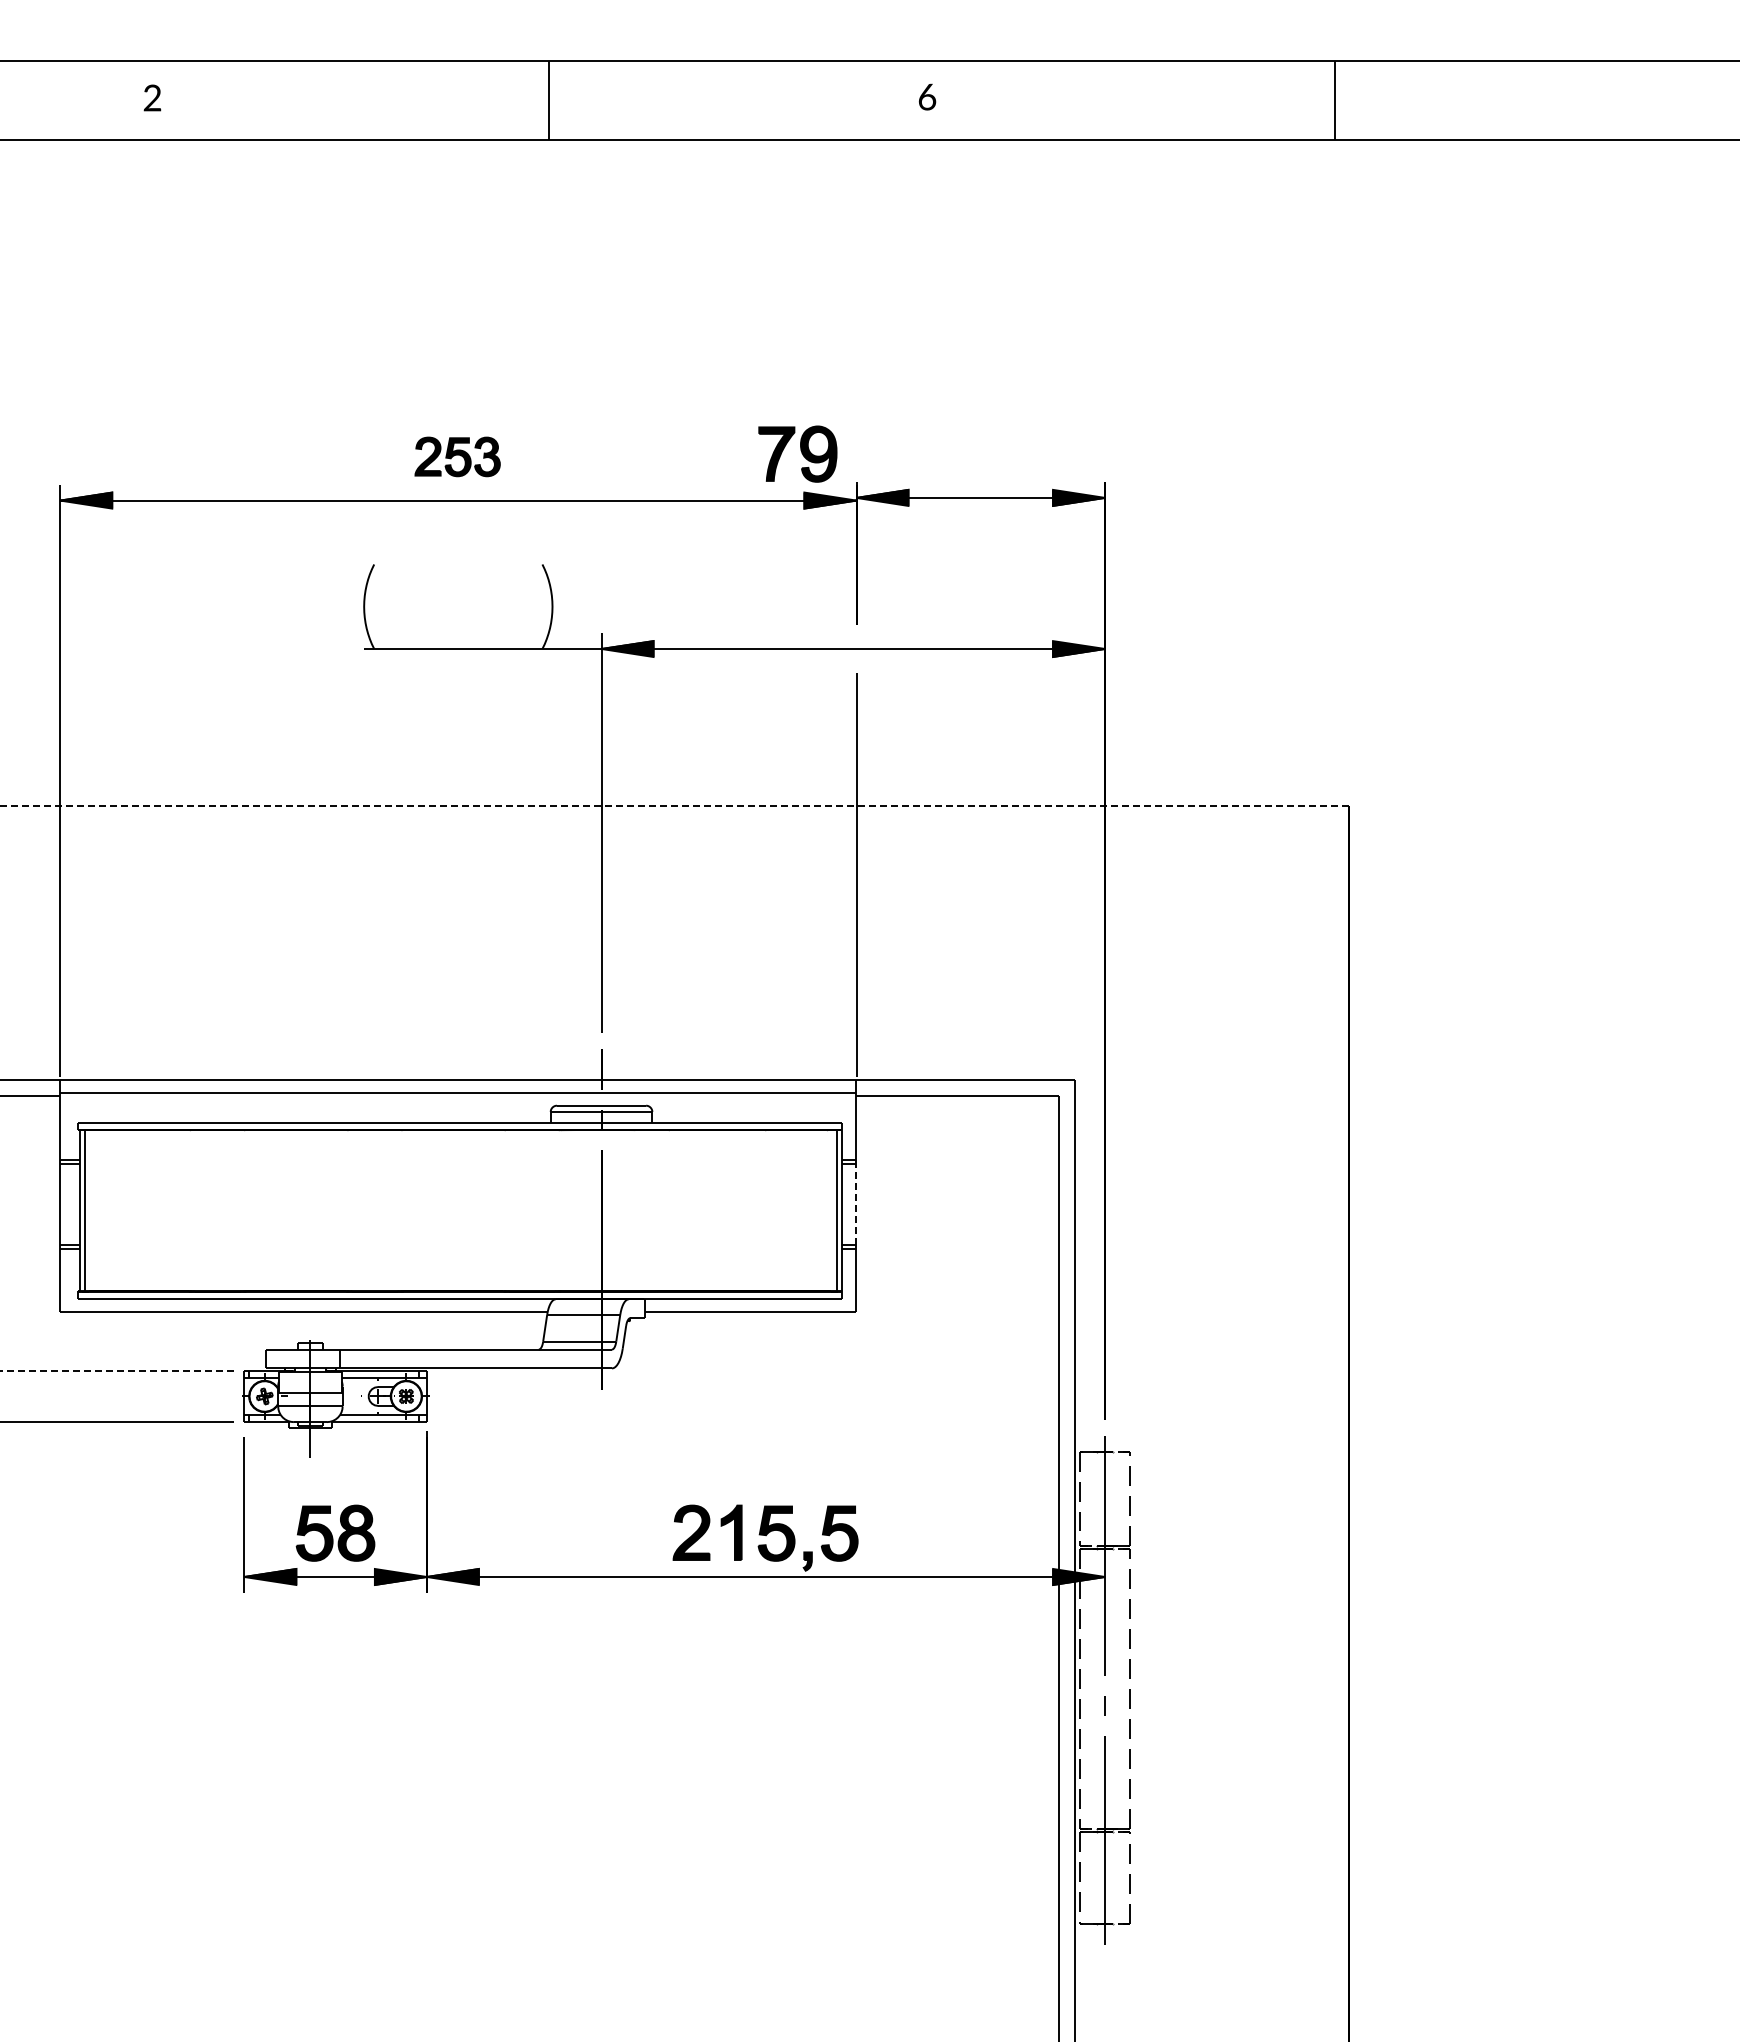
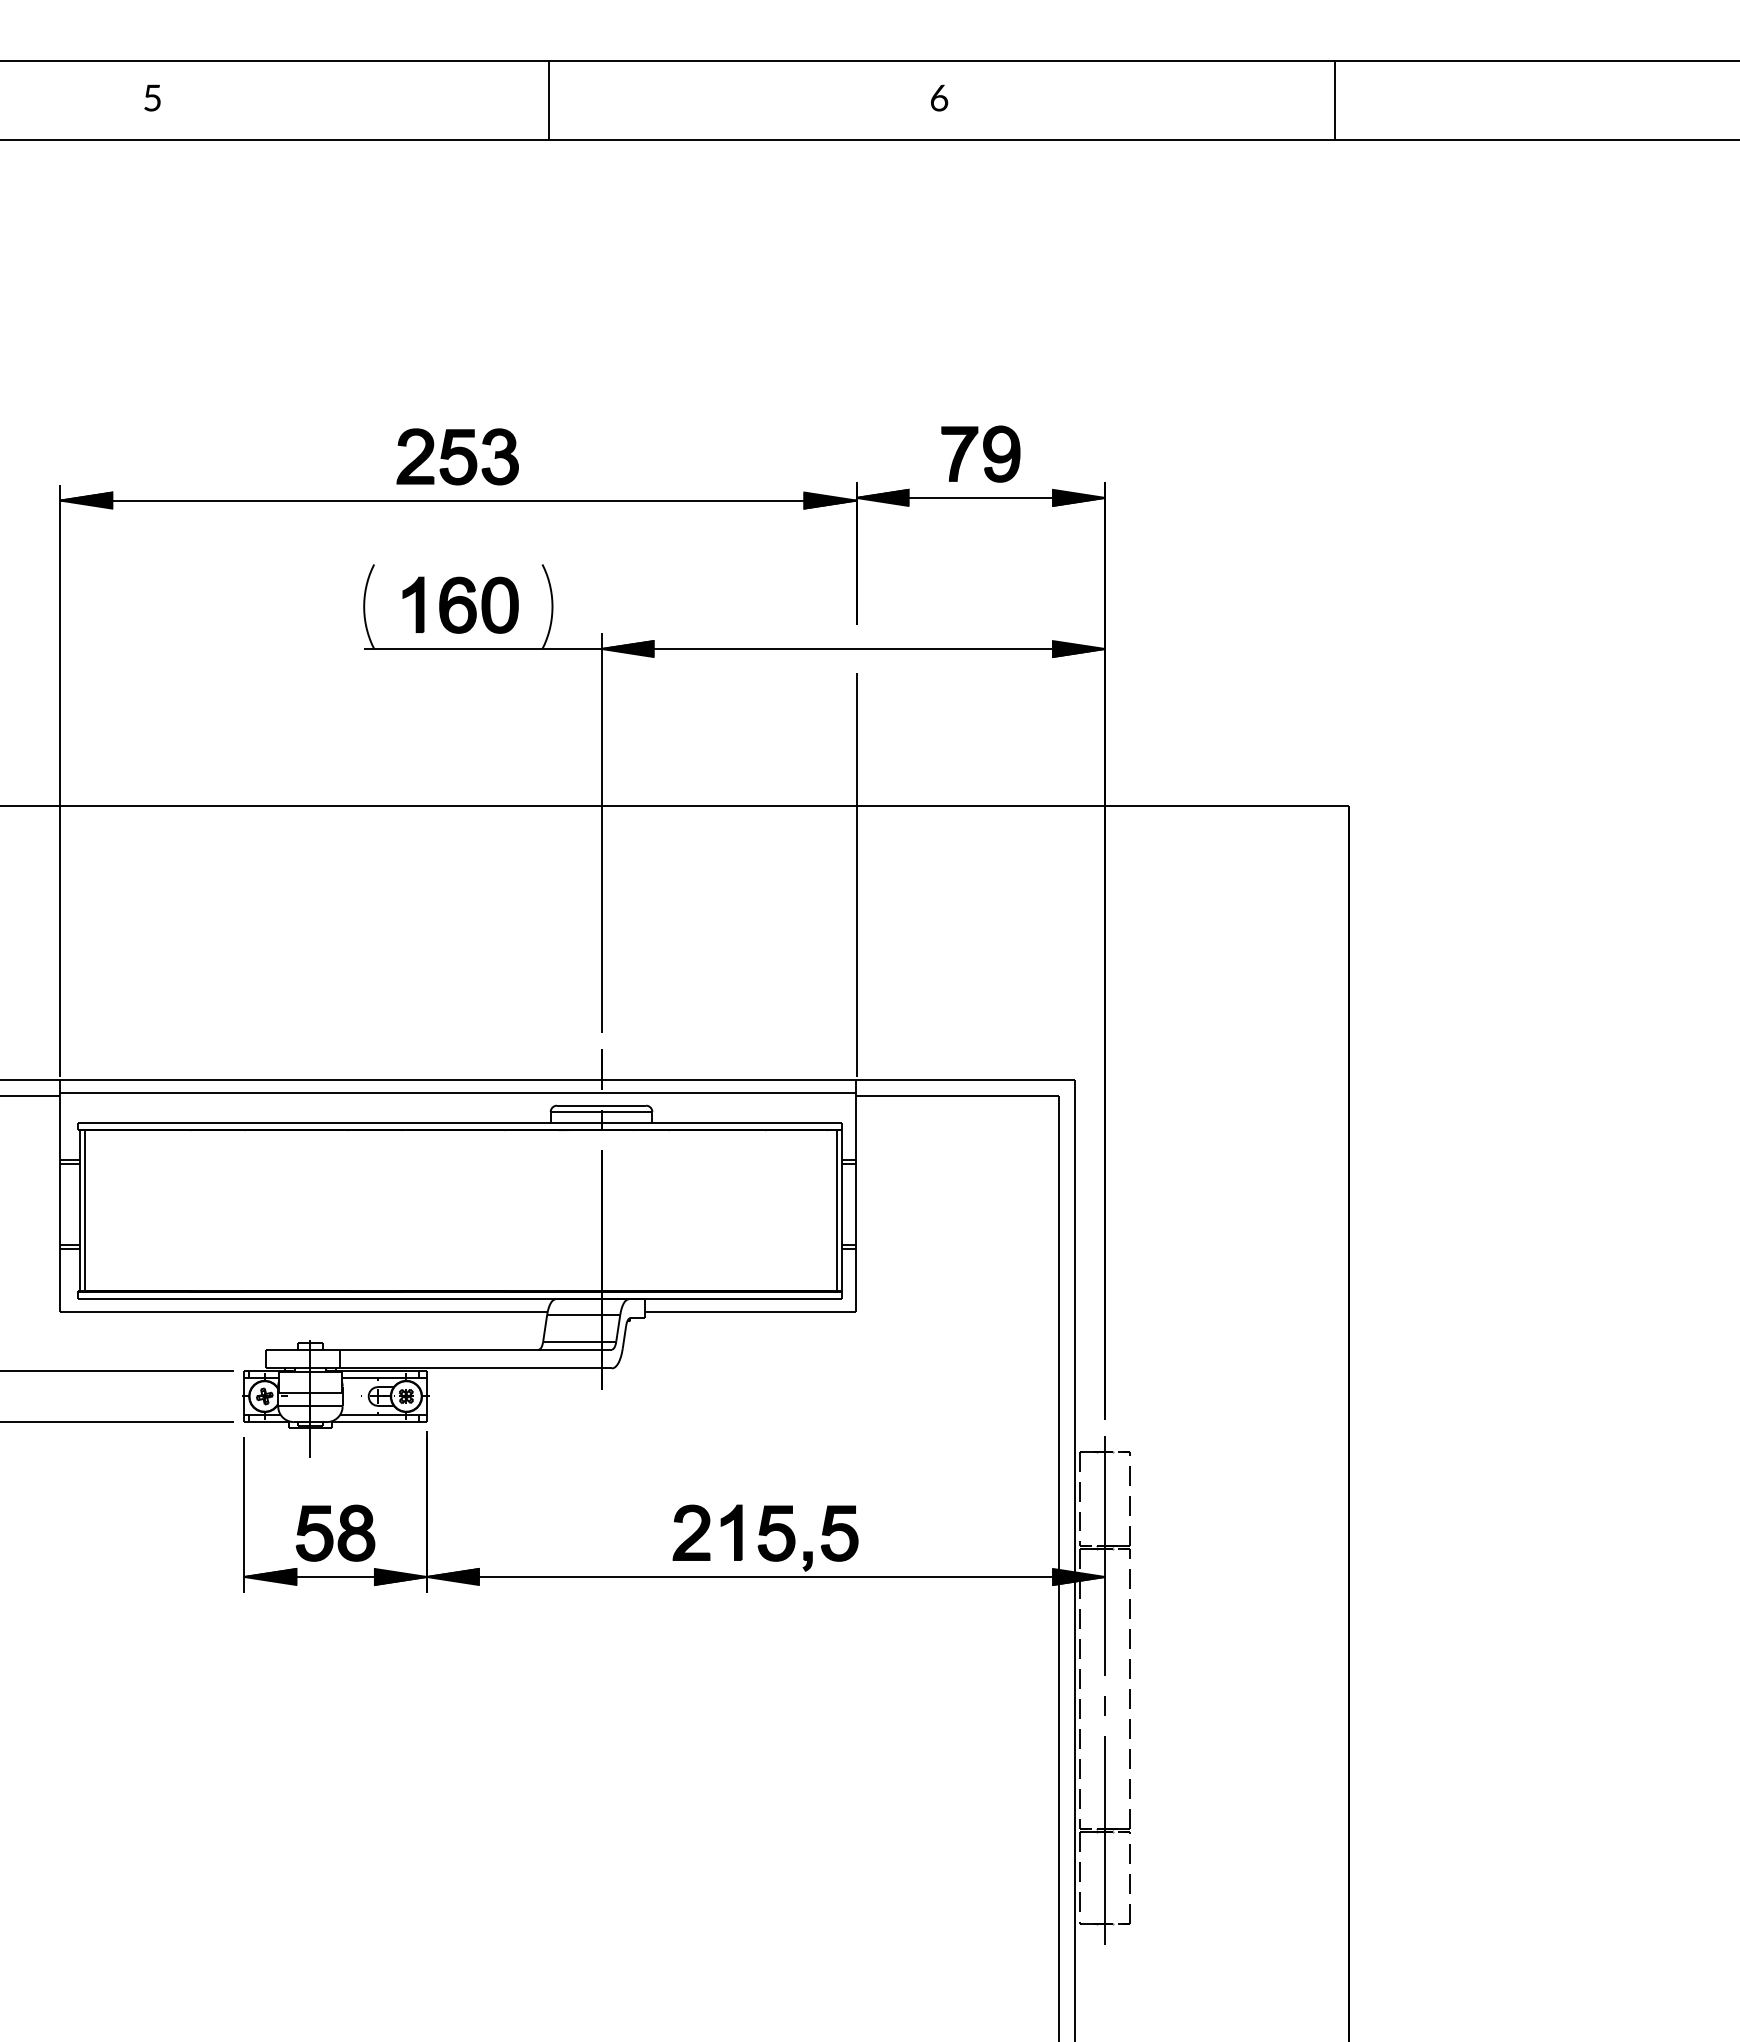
text at (927, 96) position: (927, 96) -> (939, 97)
text at (152, 97): 2 -> 5
part at (797, 453) position: (797, 453) -> (980, 453)
part at (457, 456) size: 87x42 px -> 123x58 px
part at (460, 604): none -> present
line at (674, 806): dashed -> solid
line at (856, 1204): dashed -> solid
line at (116, 1371): dashed -> solid
